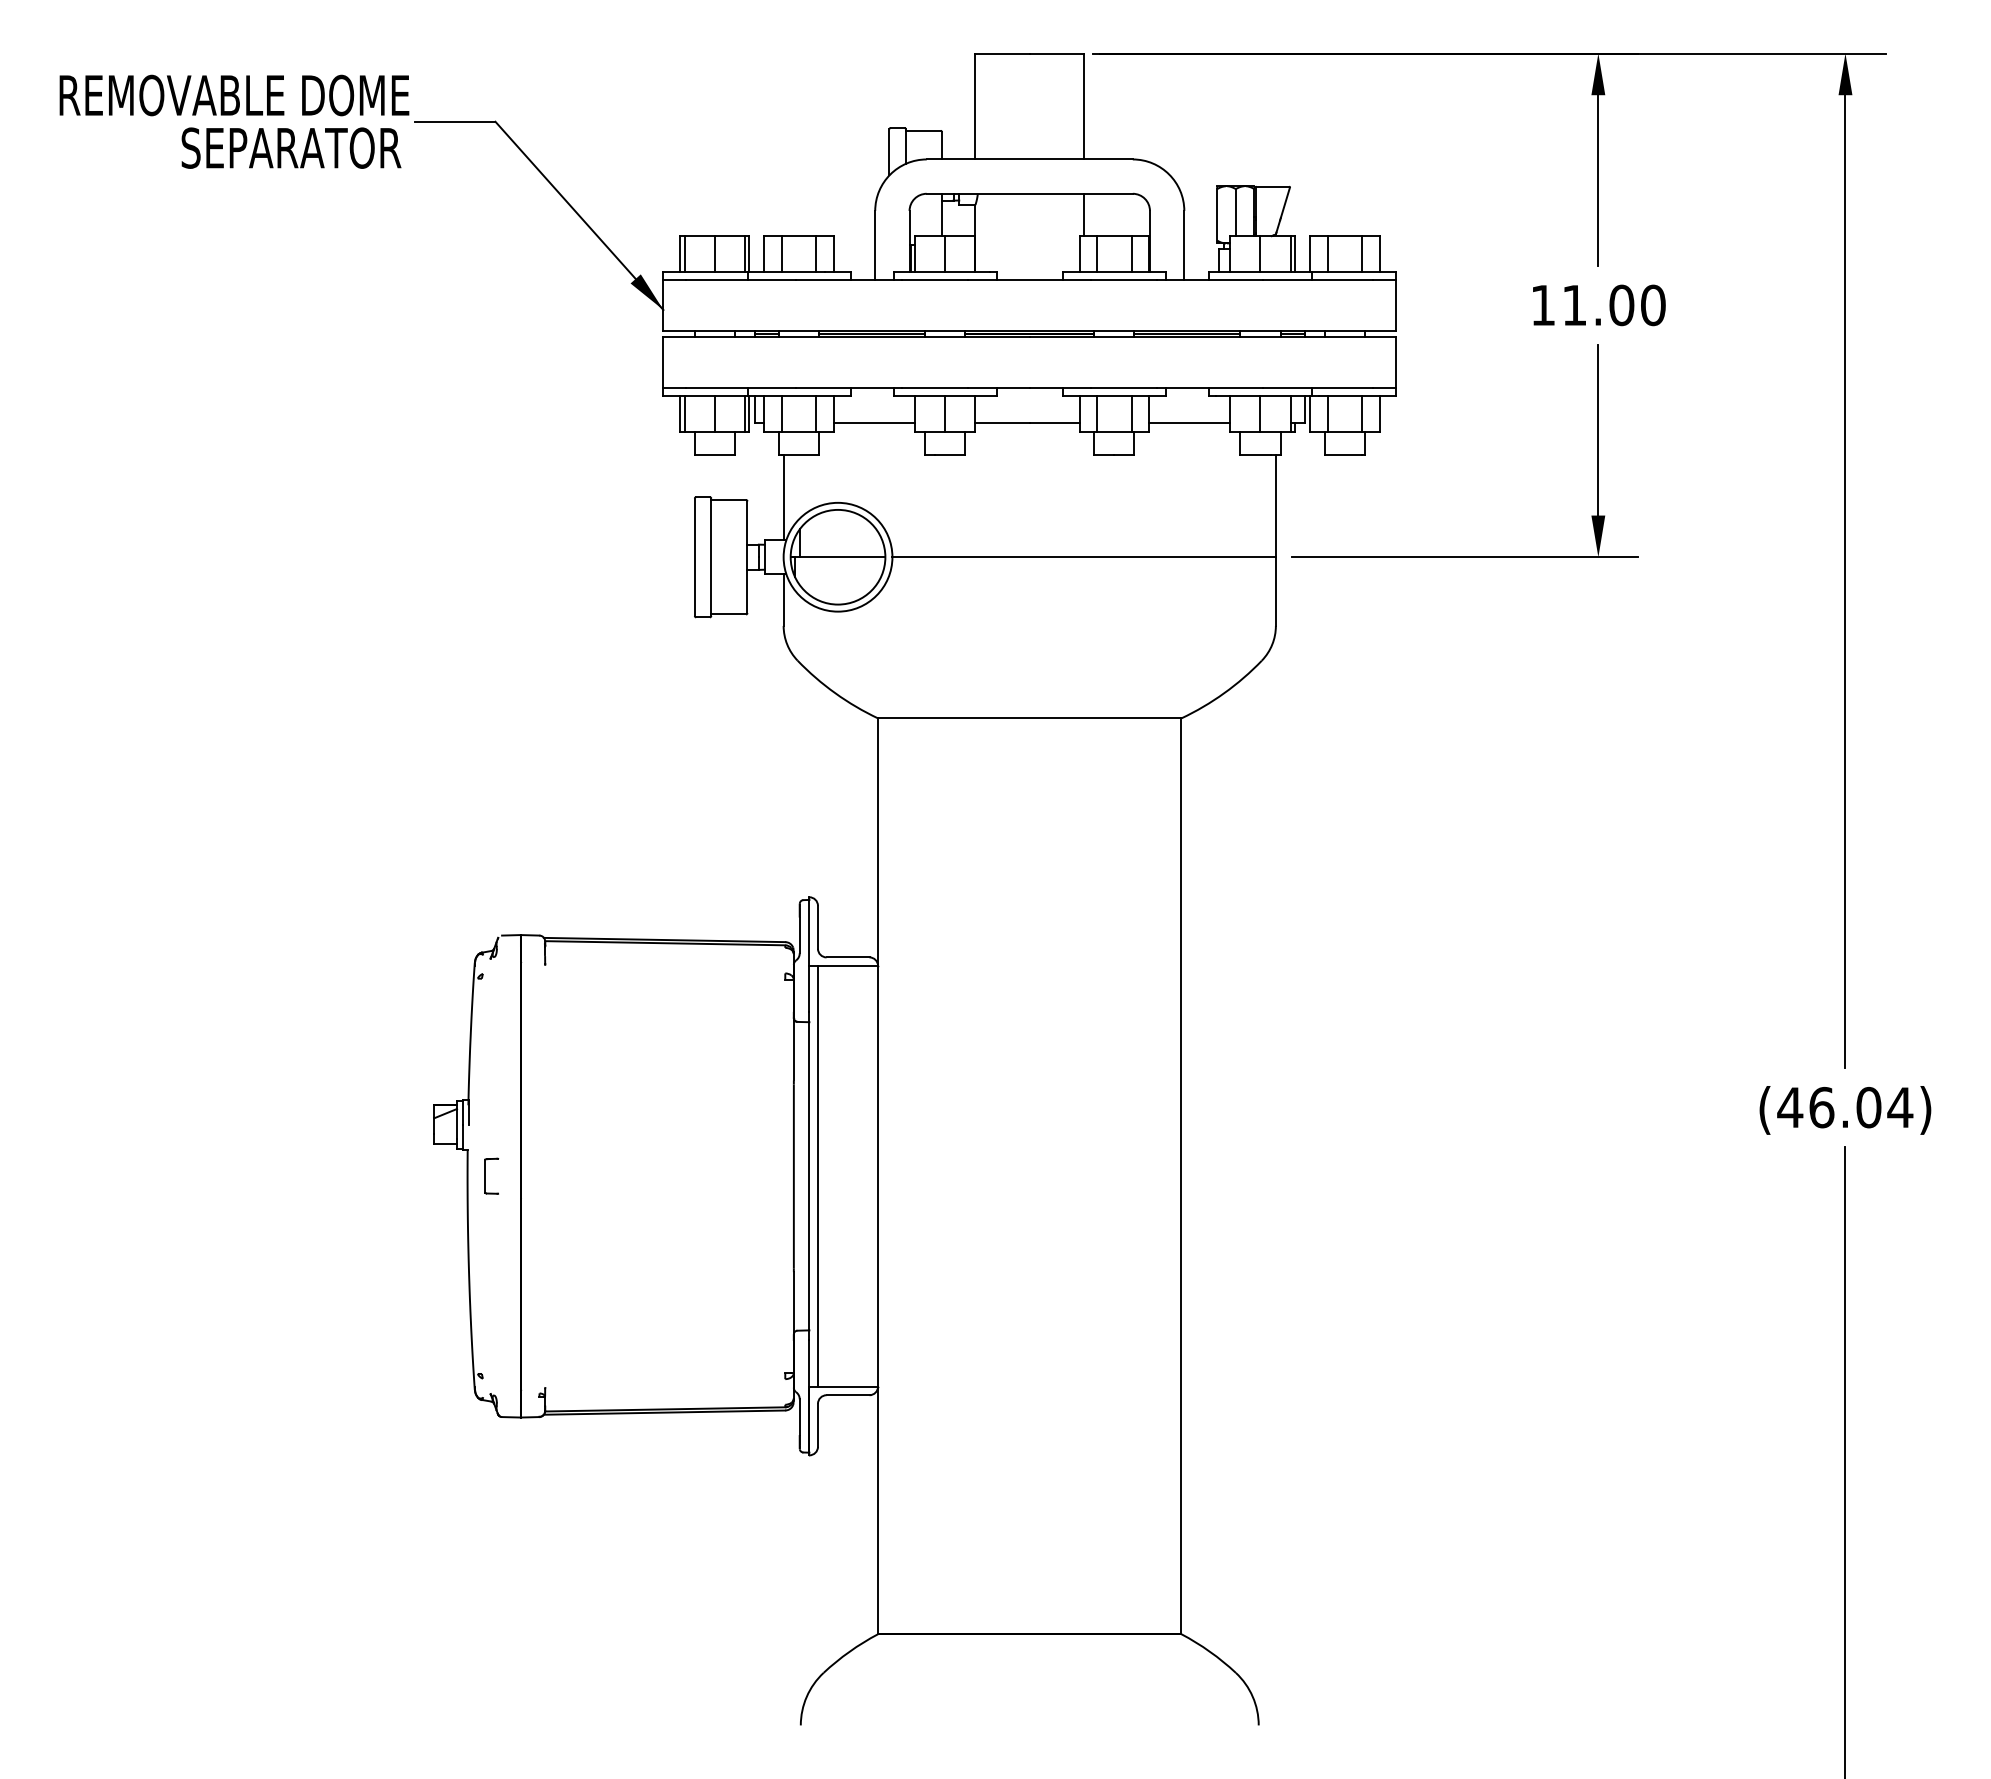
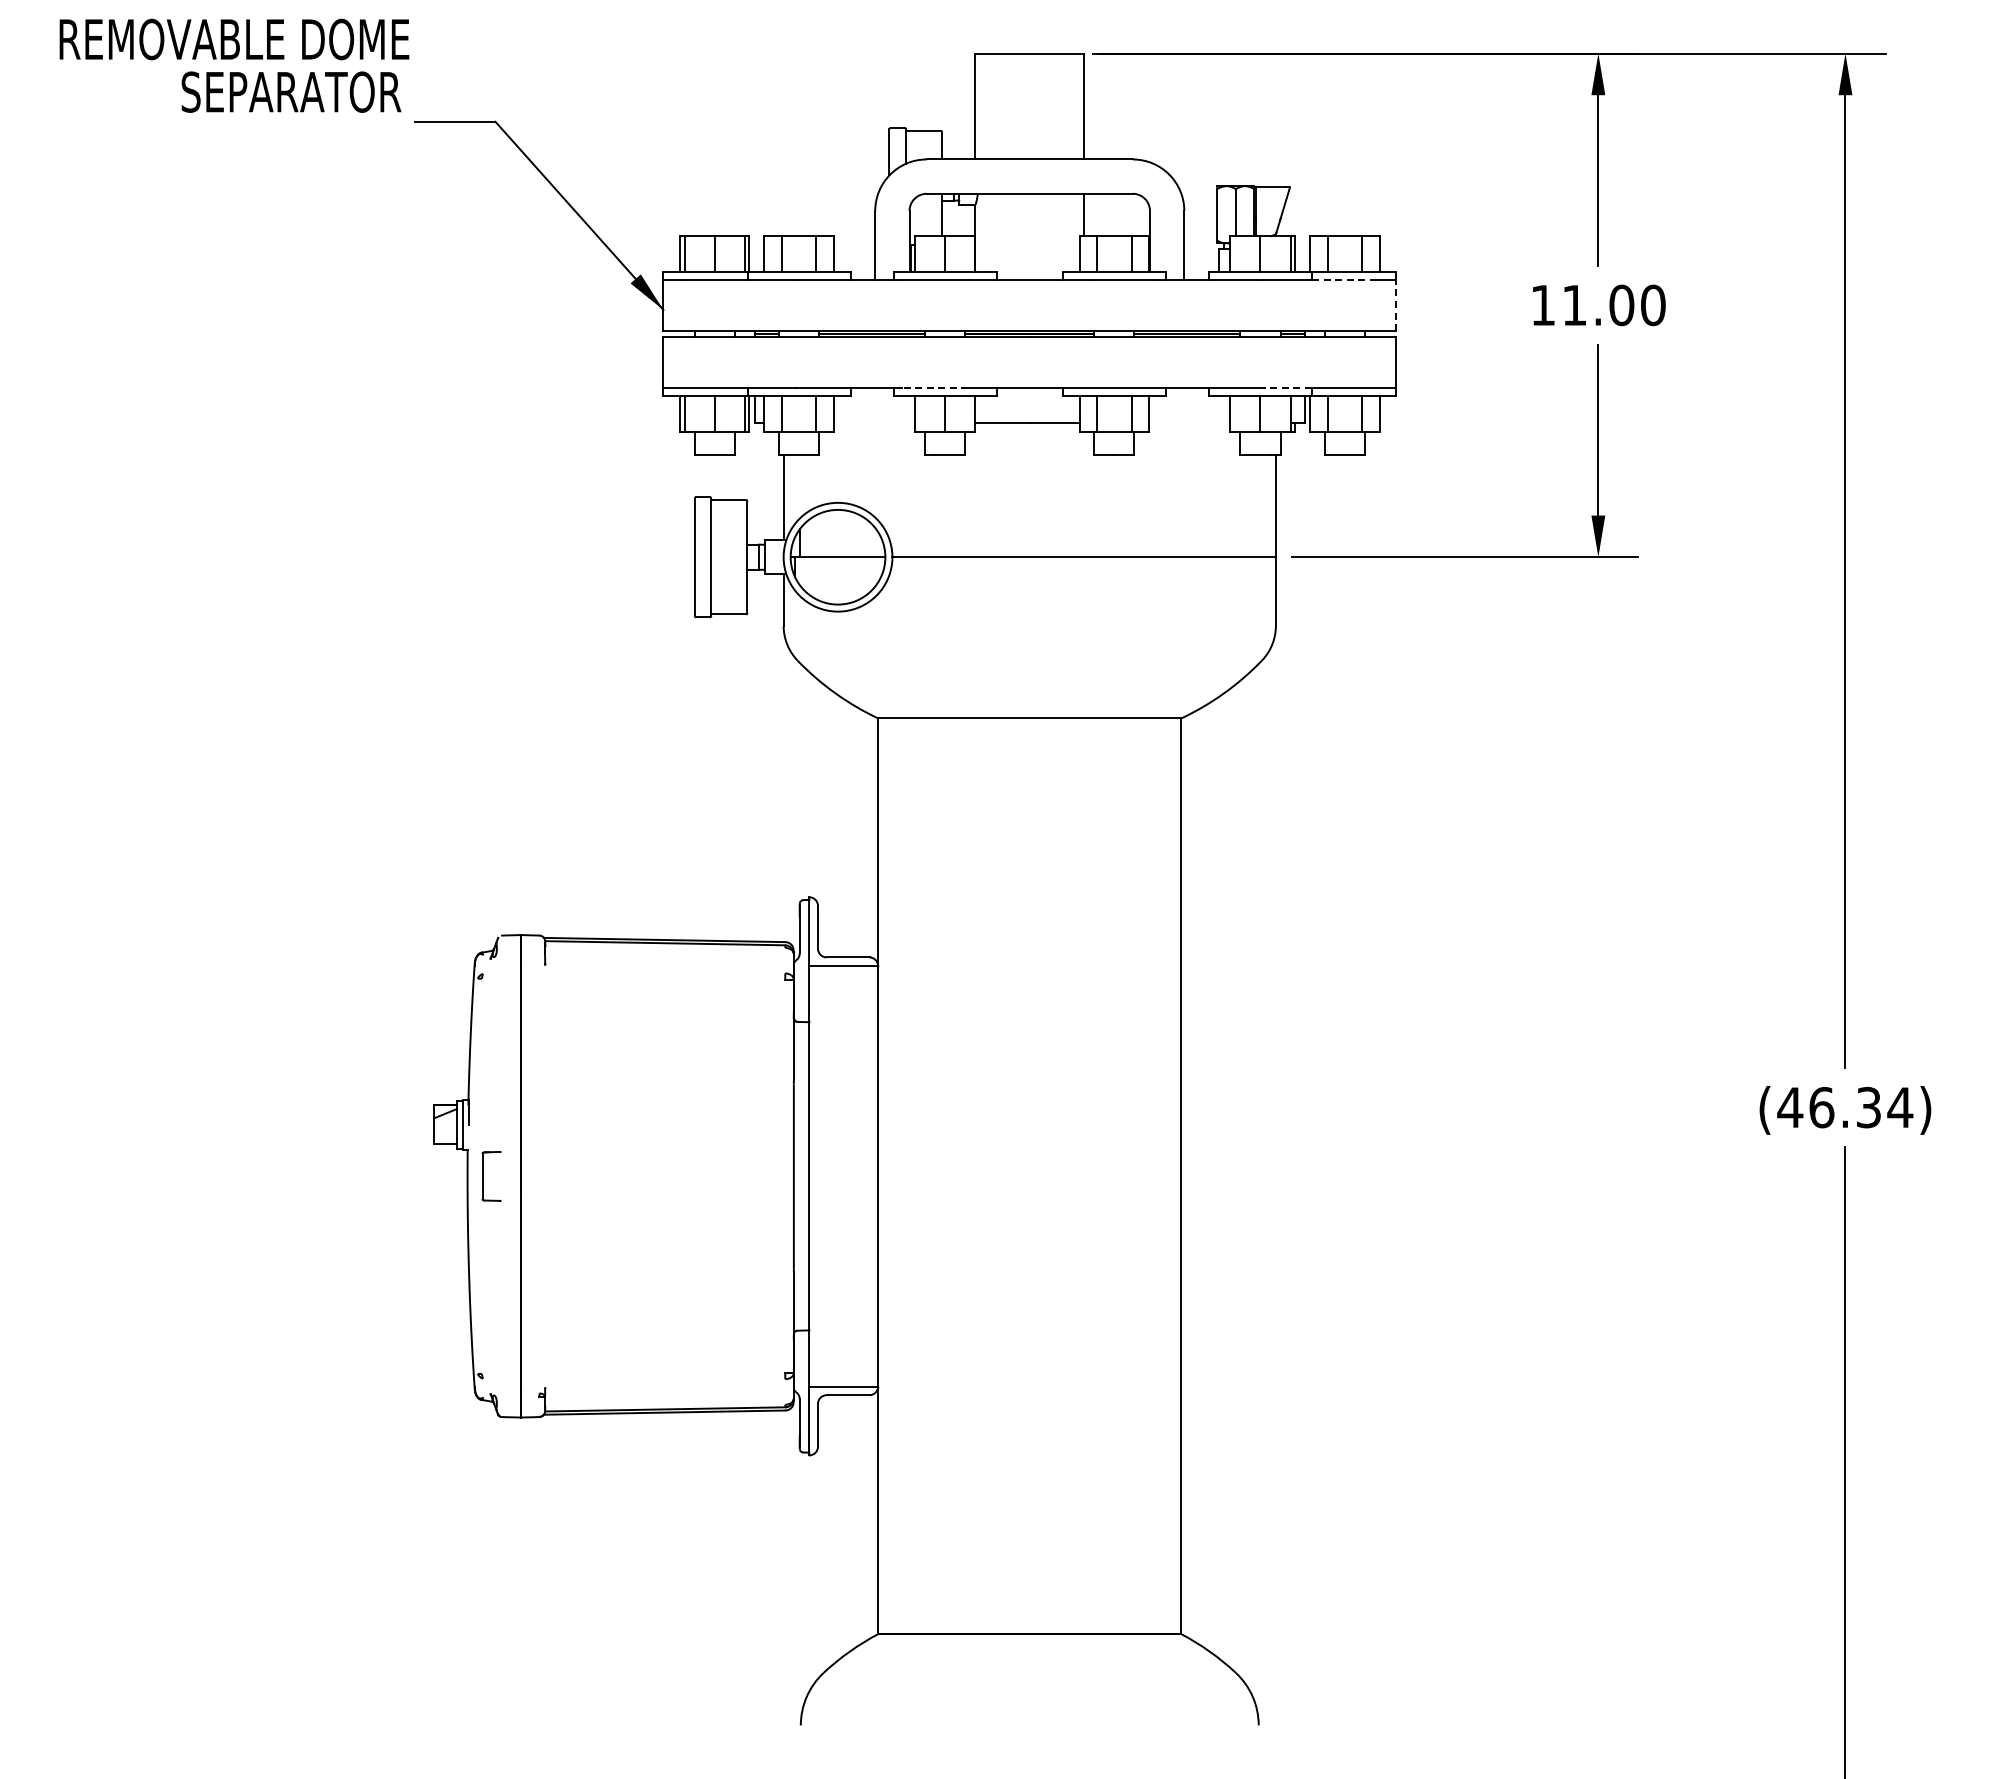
text at (234, 121) position: (234, 121) -> (234, 65)
line at (1342, 279): solid -> dashed
line at (1396, 305): solid -> dashed
line at (934, 388): solid -> dashed
line at (1287, 388): solid -> dashed
line at (874, 422): present -> none
line at (1189, 422): present -> none
text at (1868, 1107): (46.04) -> (46.34)
part at (491, 1175) size: 16x38 px -> 21x51 px
line at (817, 1175): present -> none
